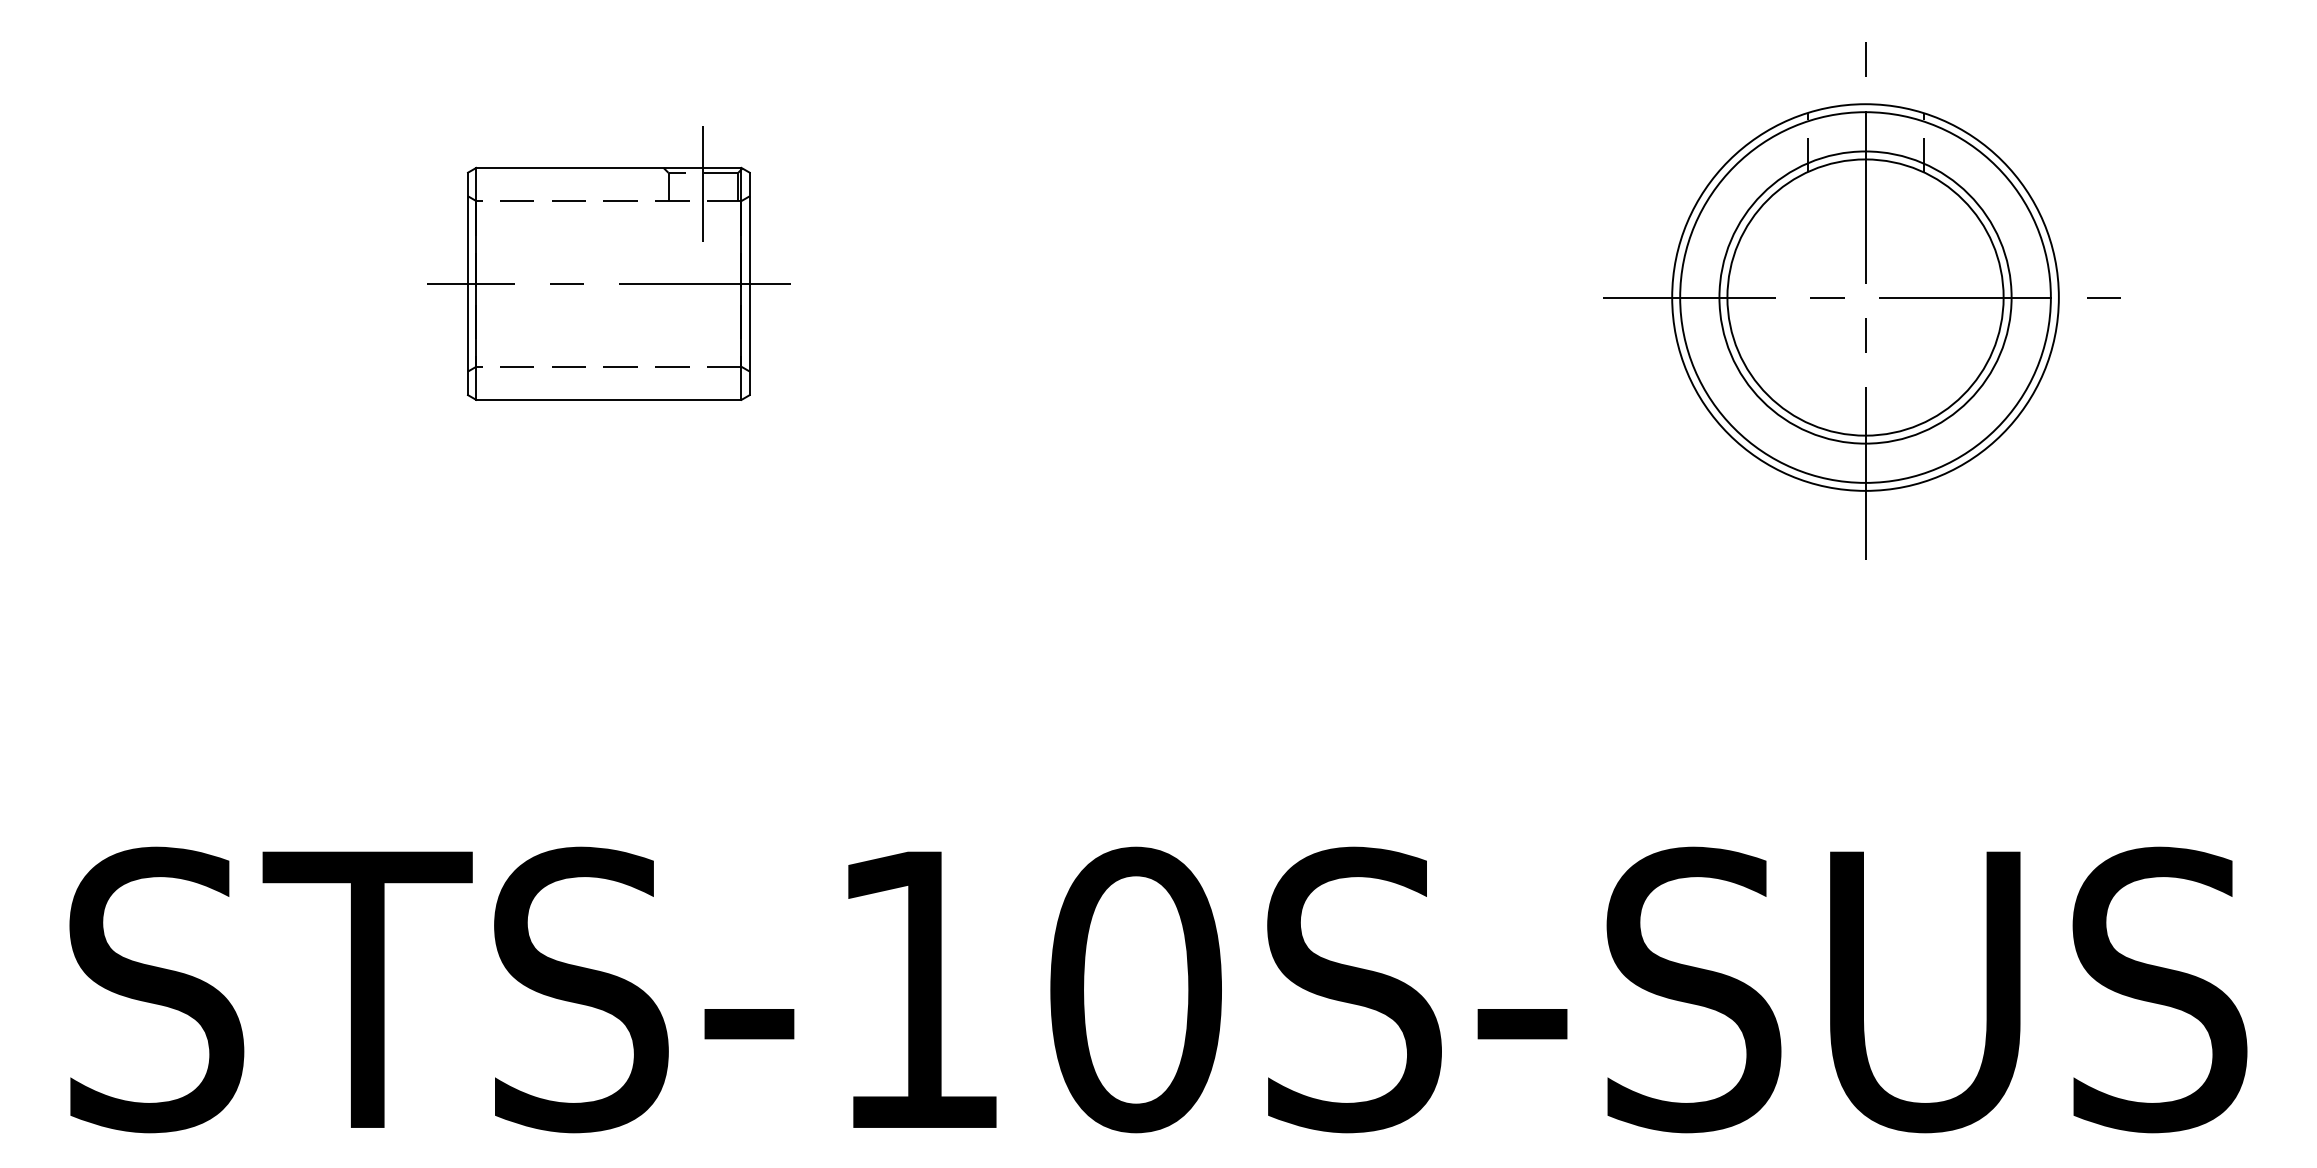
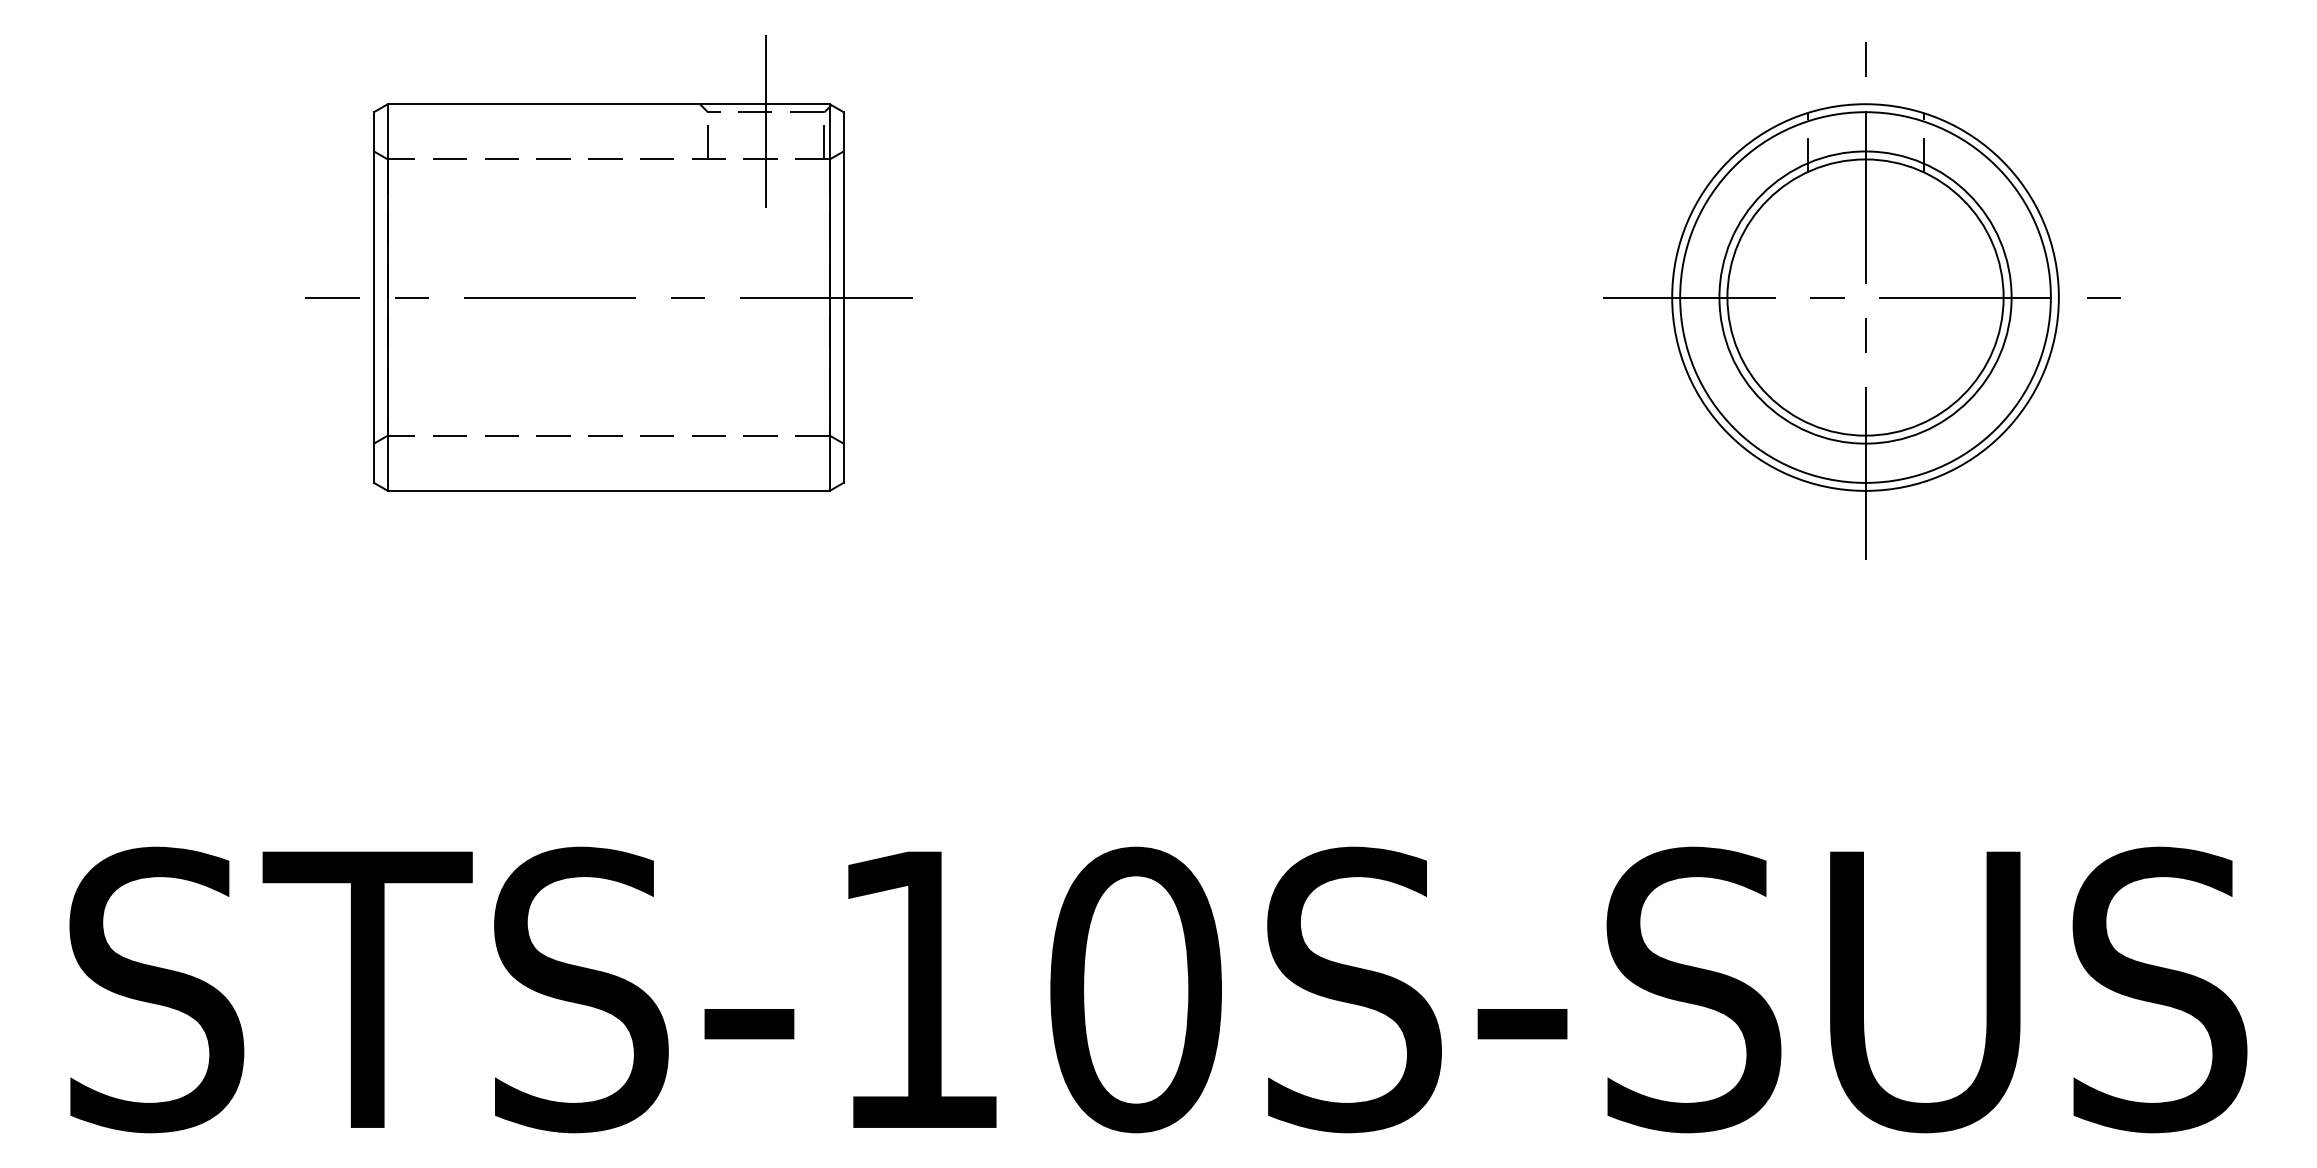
part at (608, 263) size: 364x275 px -> 608x457 px
